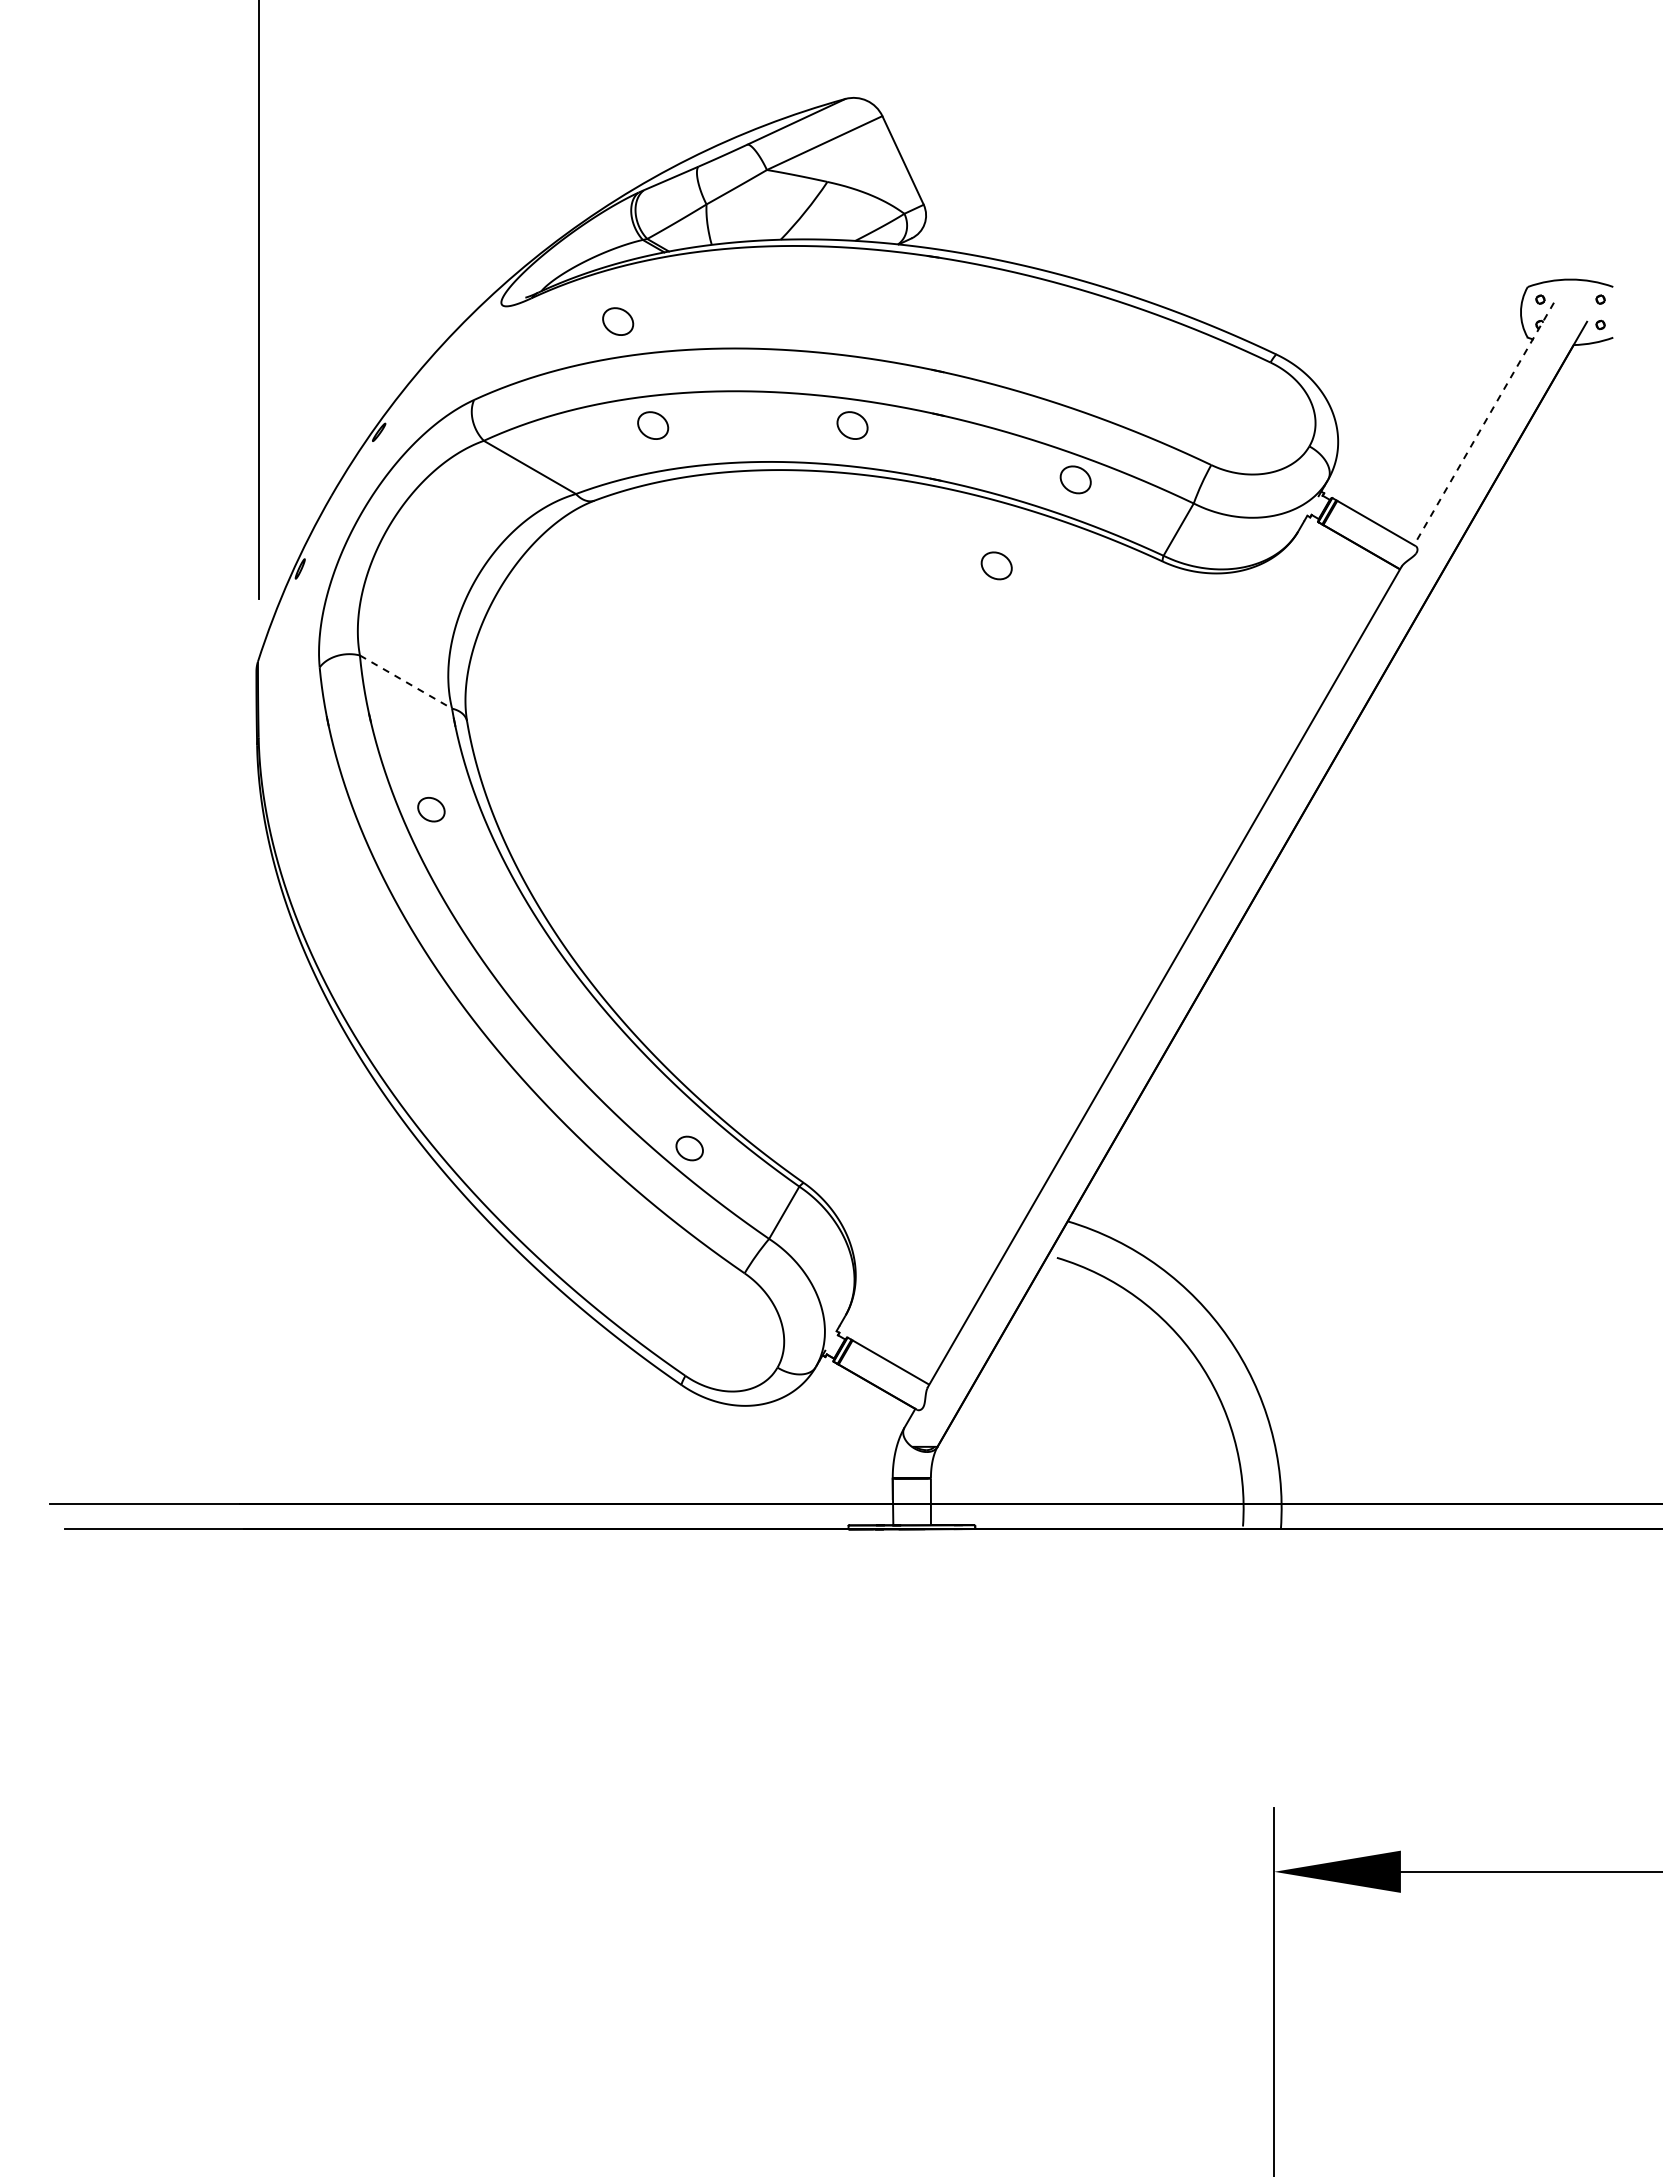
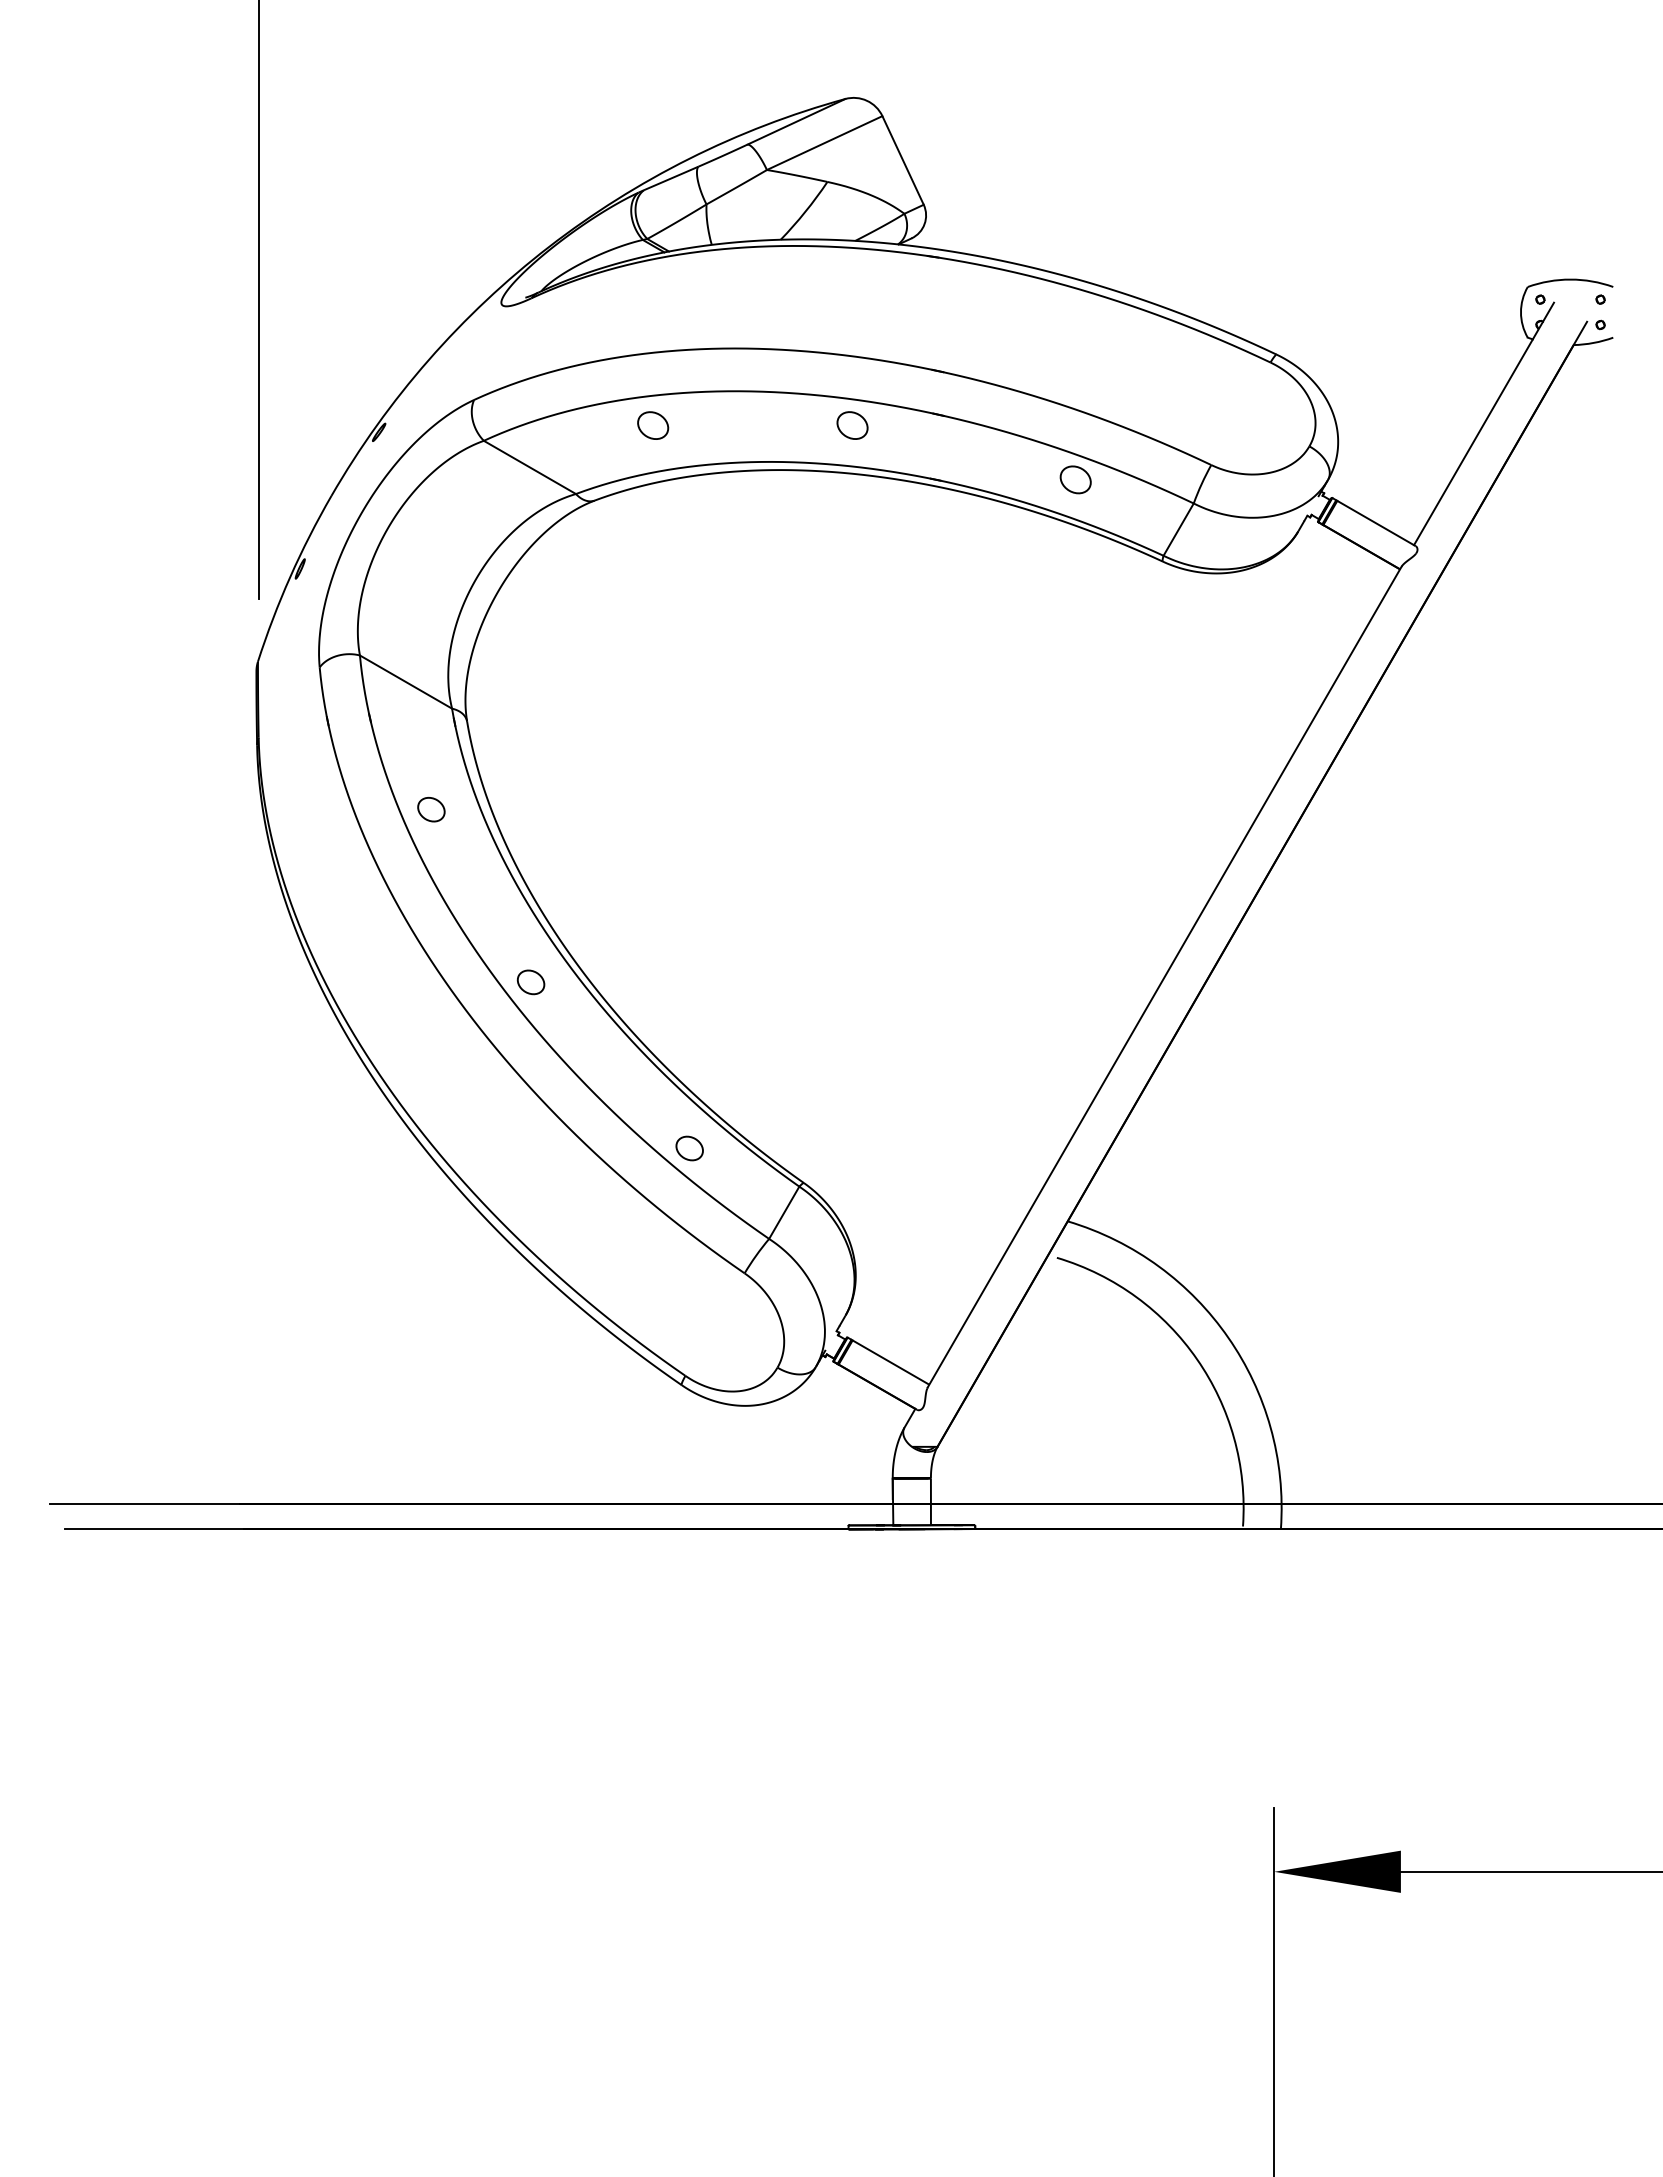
part at (618, 321): present -> none
line at (1484, 423): dashed -> solid
part at (996, 565): present -> none
line at (406, 682): dashed -> solid
part at (530, 982): none -> present
